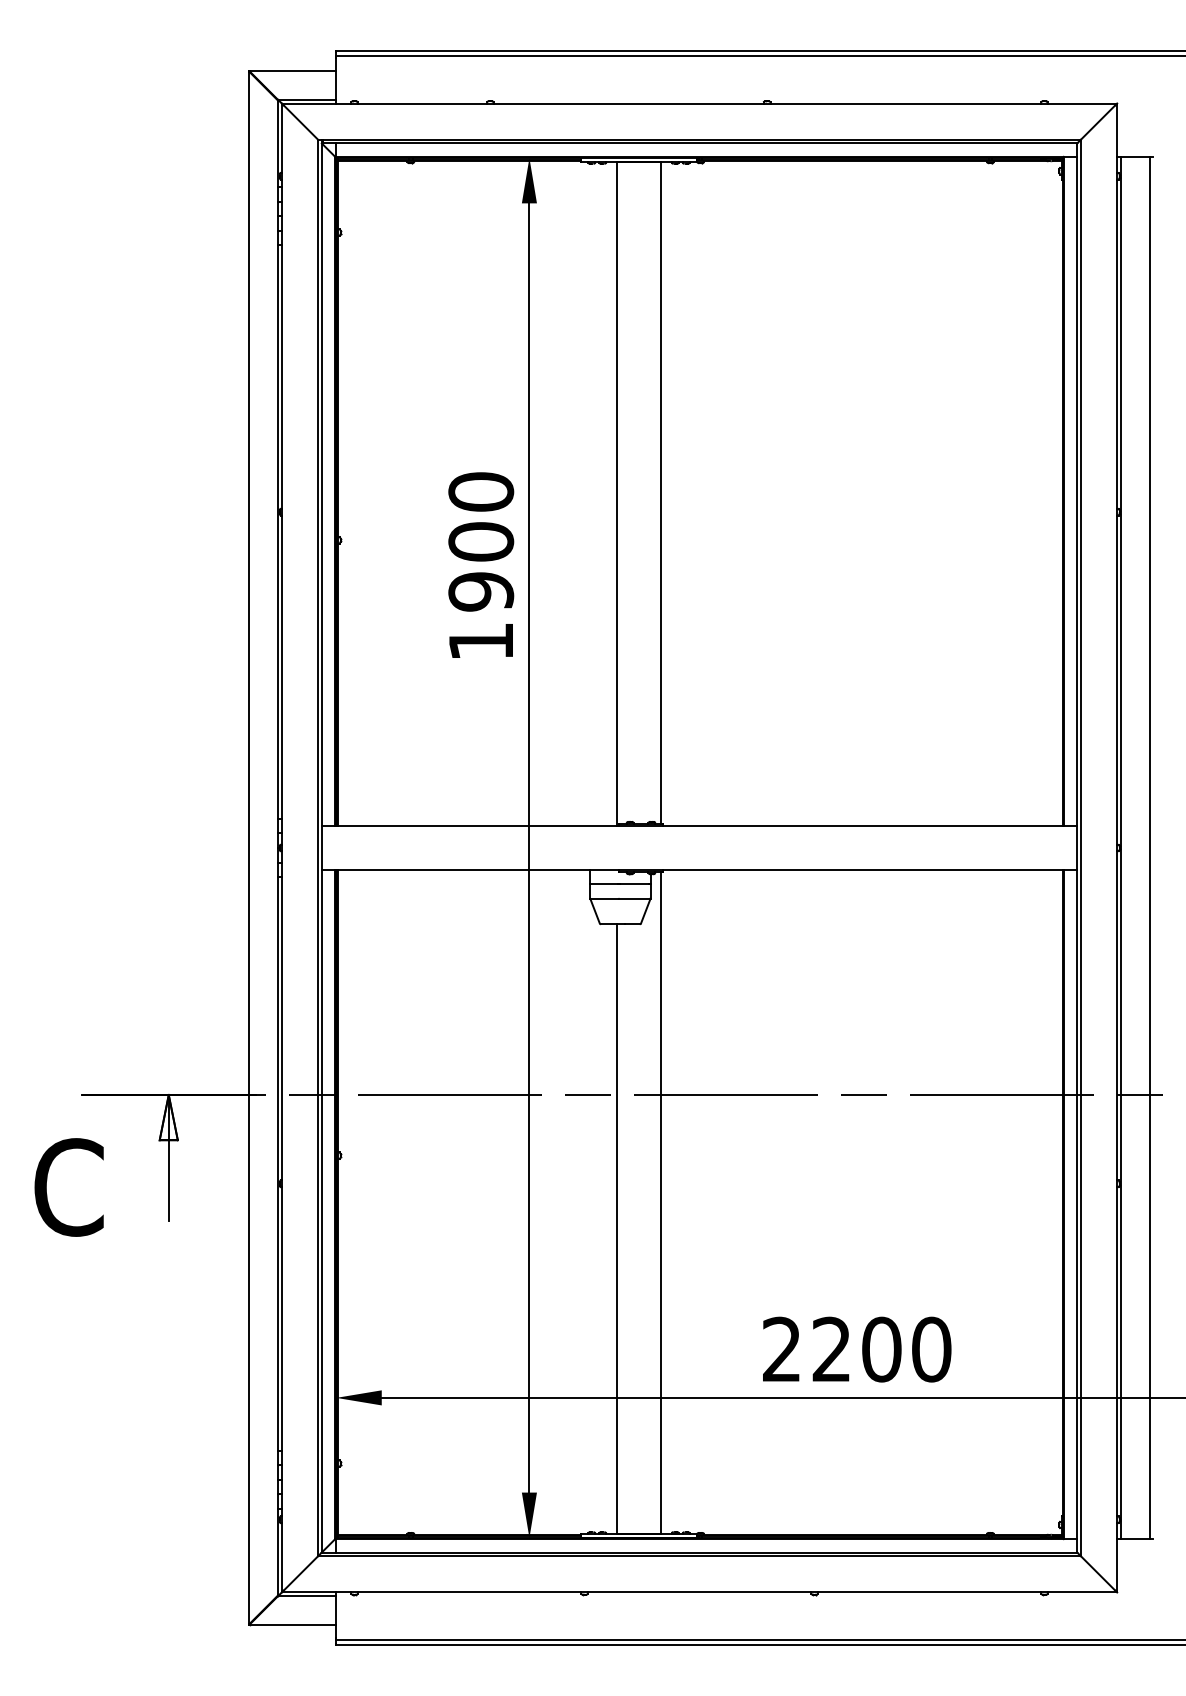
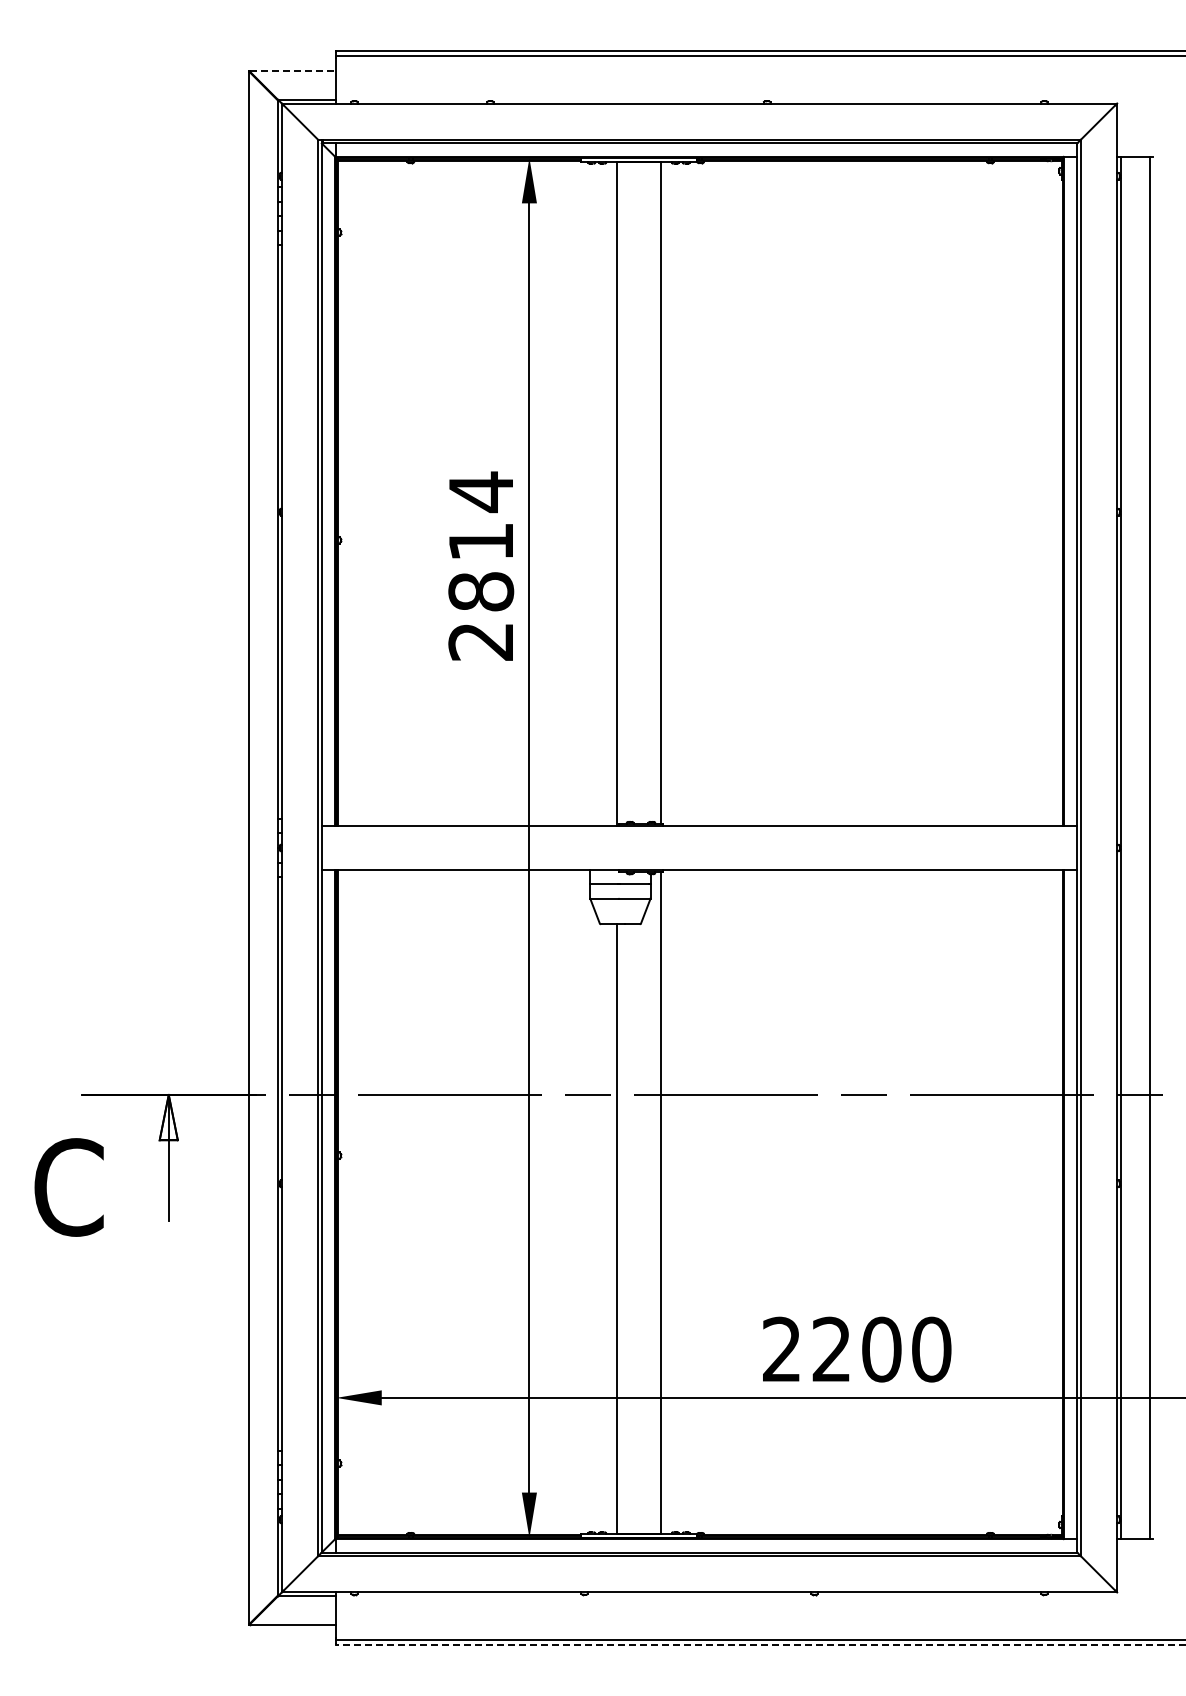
line at (293, 71): solid -> dashed
text at (481, 565): 1900 -> 2814
line at (760, 1645): solid -> dashed
